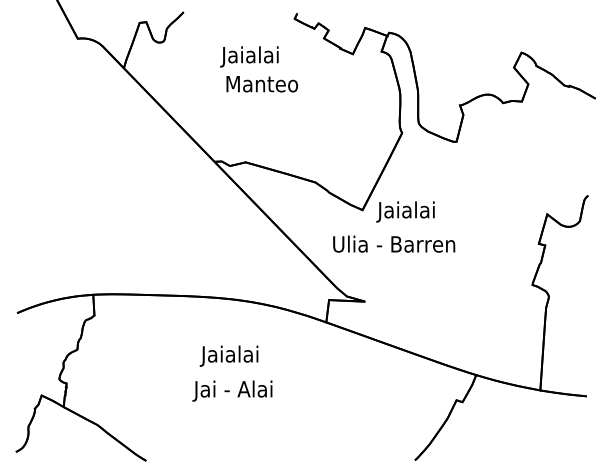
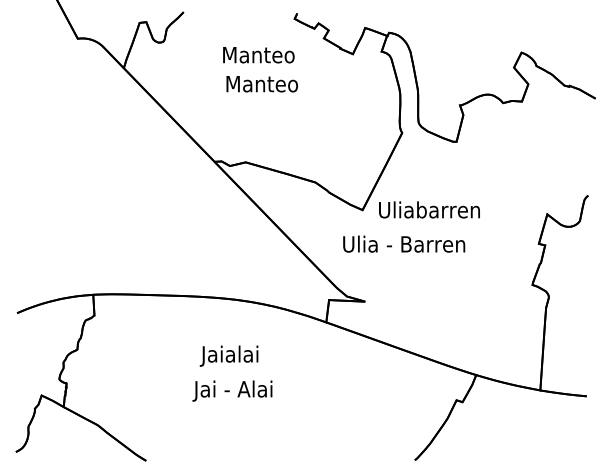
text at (257, 56): Jaialai -> Manteo
text at (427, 211): Jaialai -> Uliabarren
text at (394, 243) position: (394, 243) -> (404, 243)
